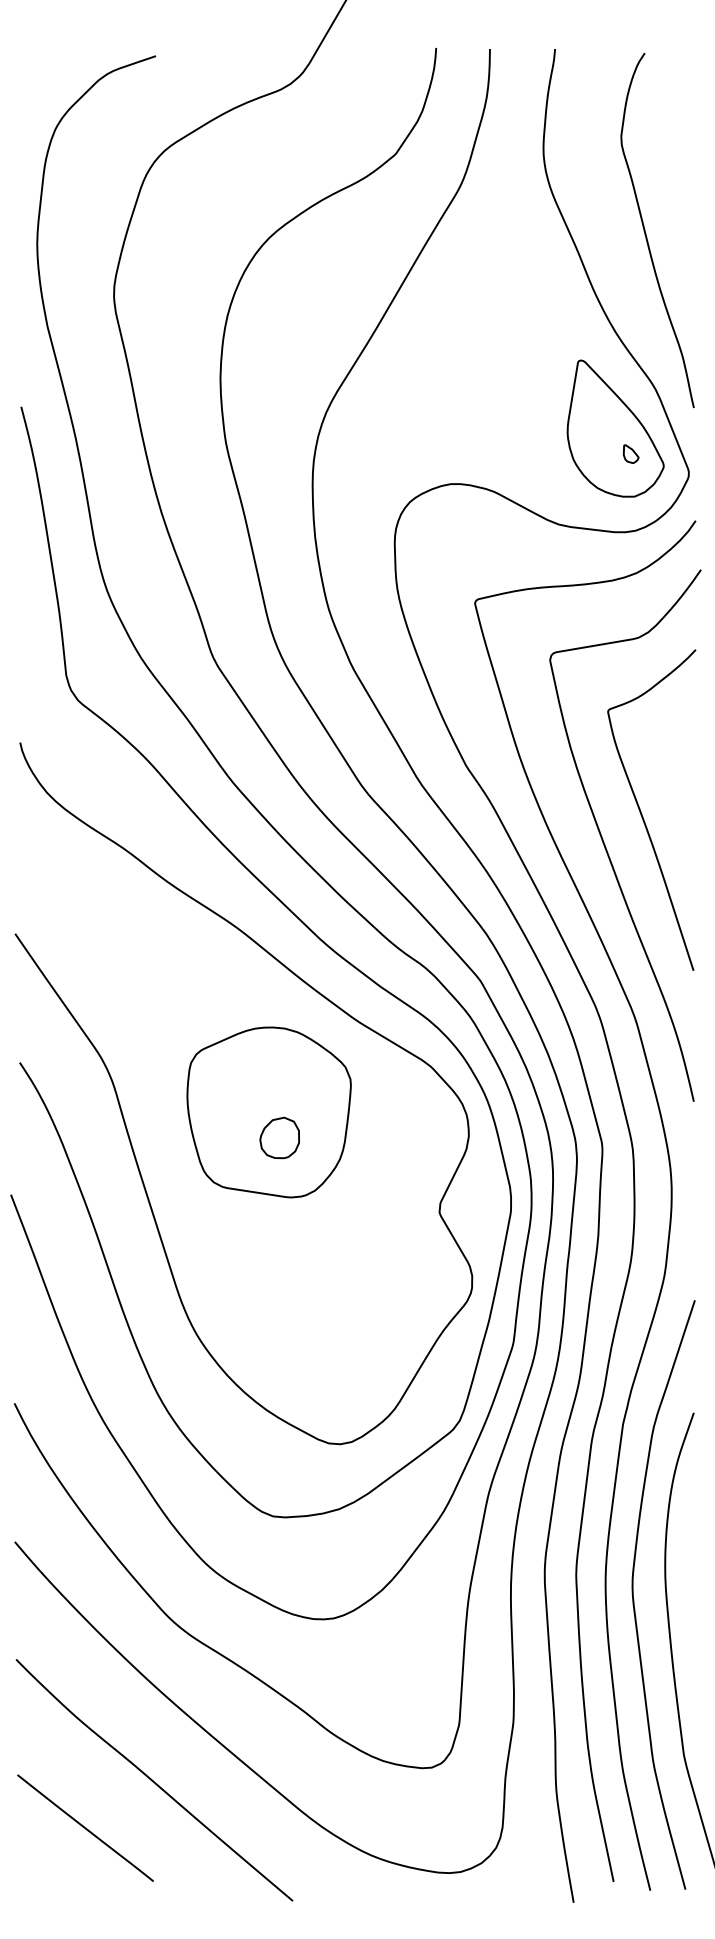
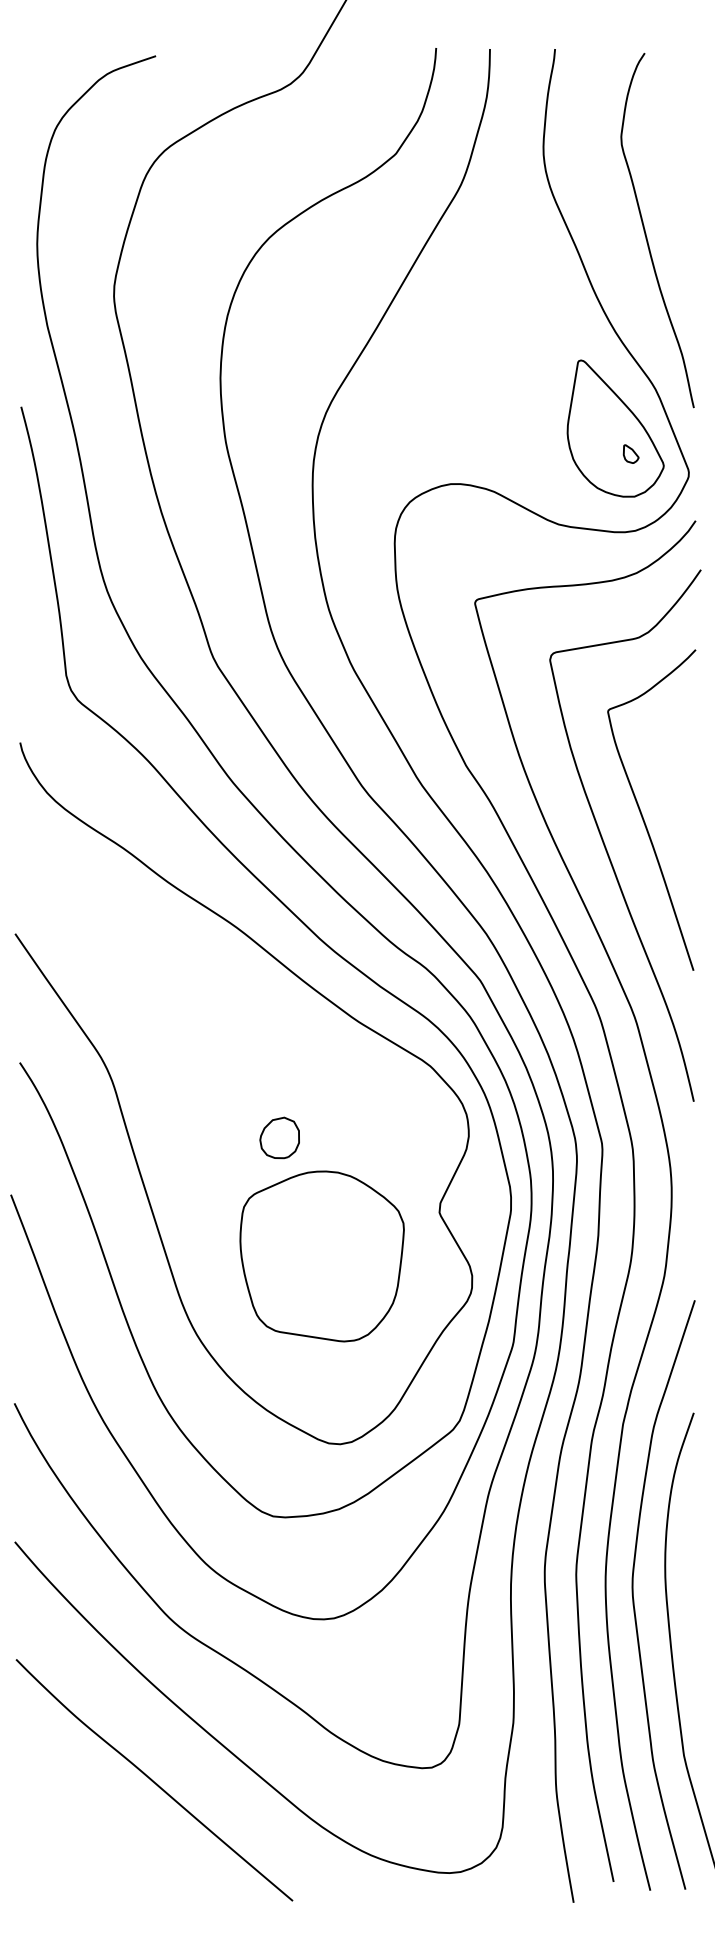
part at (268, 1112) position: (268, 1112) -> (321, 1256)
line at (85, 1827): present -> none
